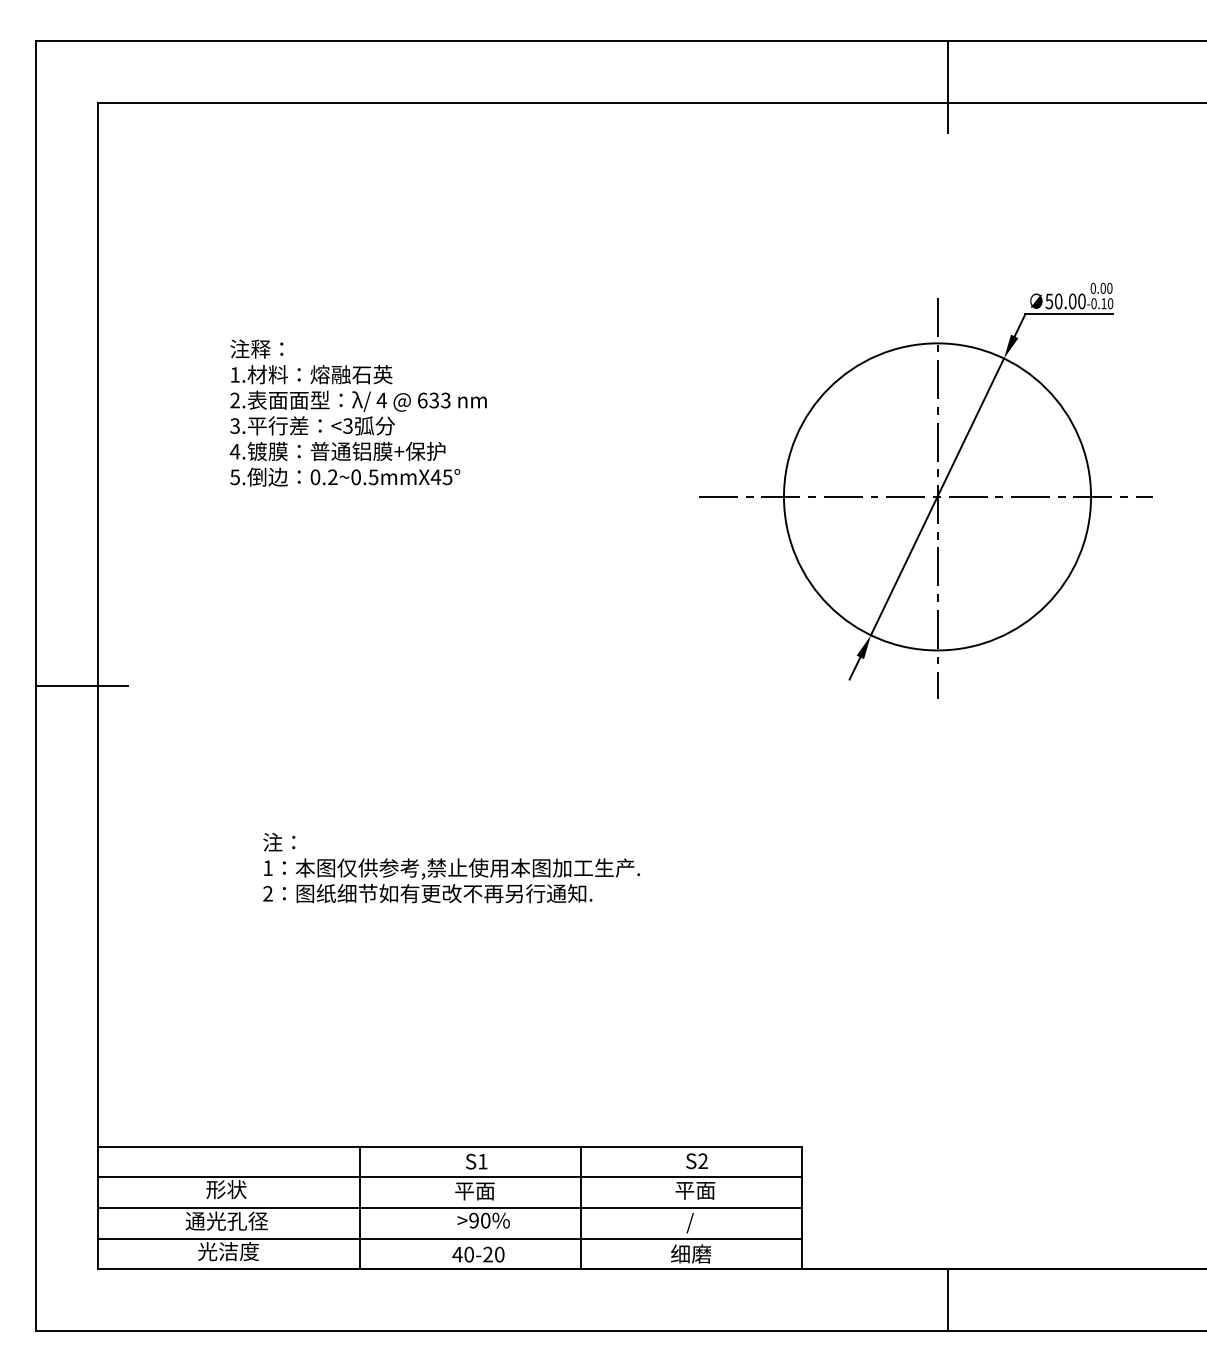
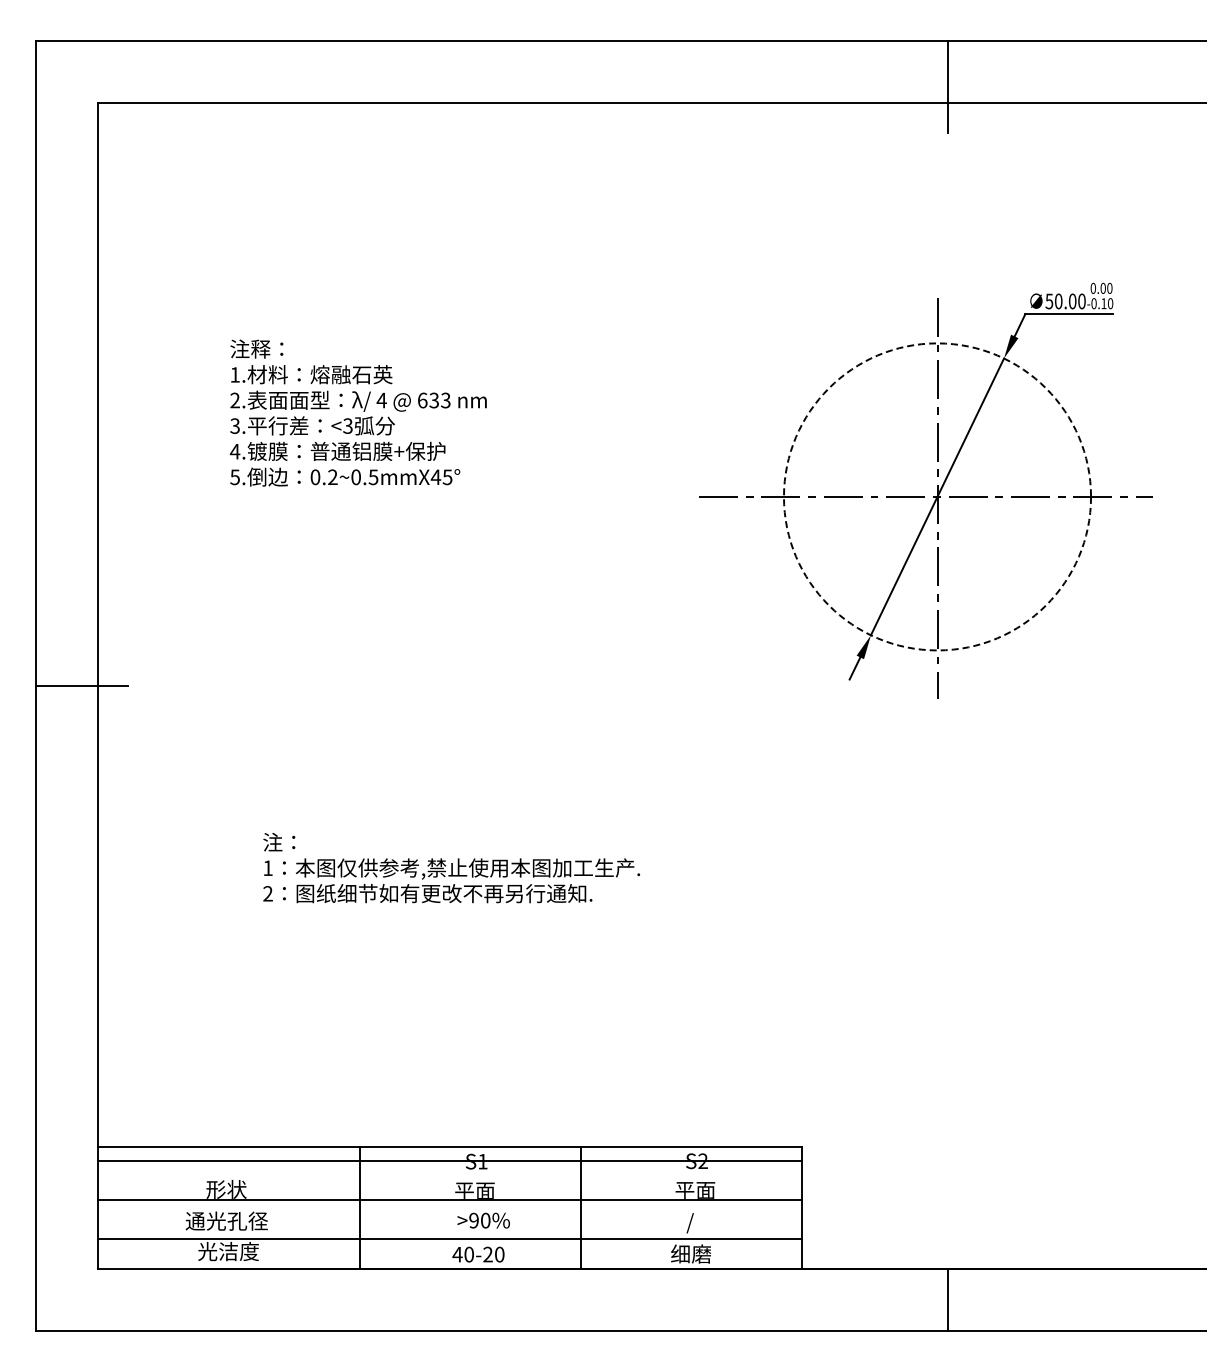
circle at (937, 496): solid -> dashed
line at (449, 1177) position: (449, 1177) -> (449, 1161)
line at (449, 1208) position: (449, 1208) -> (449, 1200)
